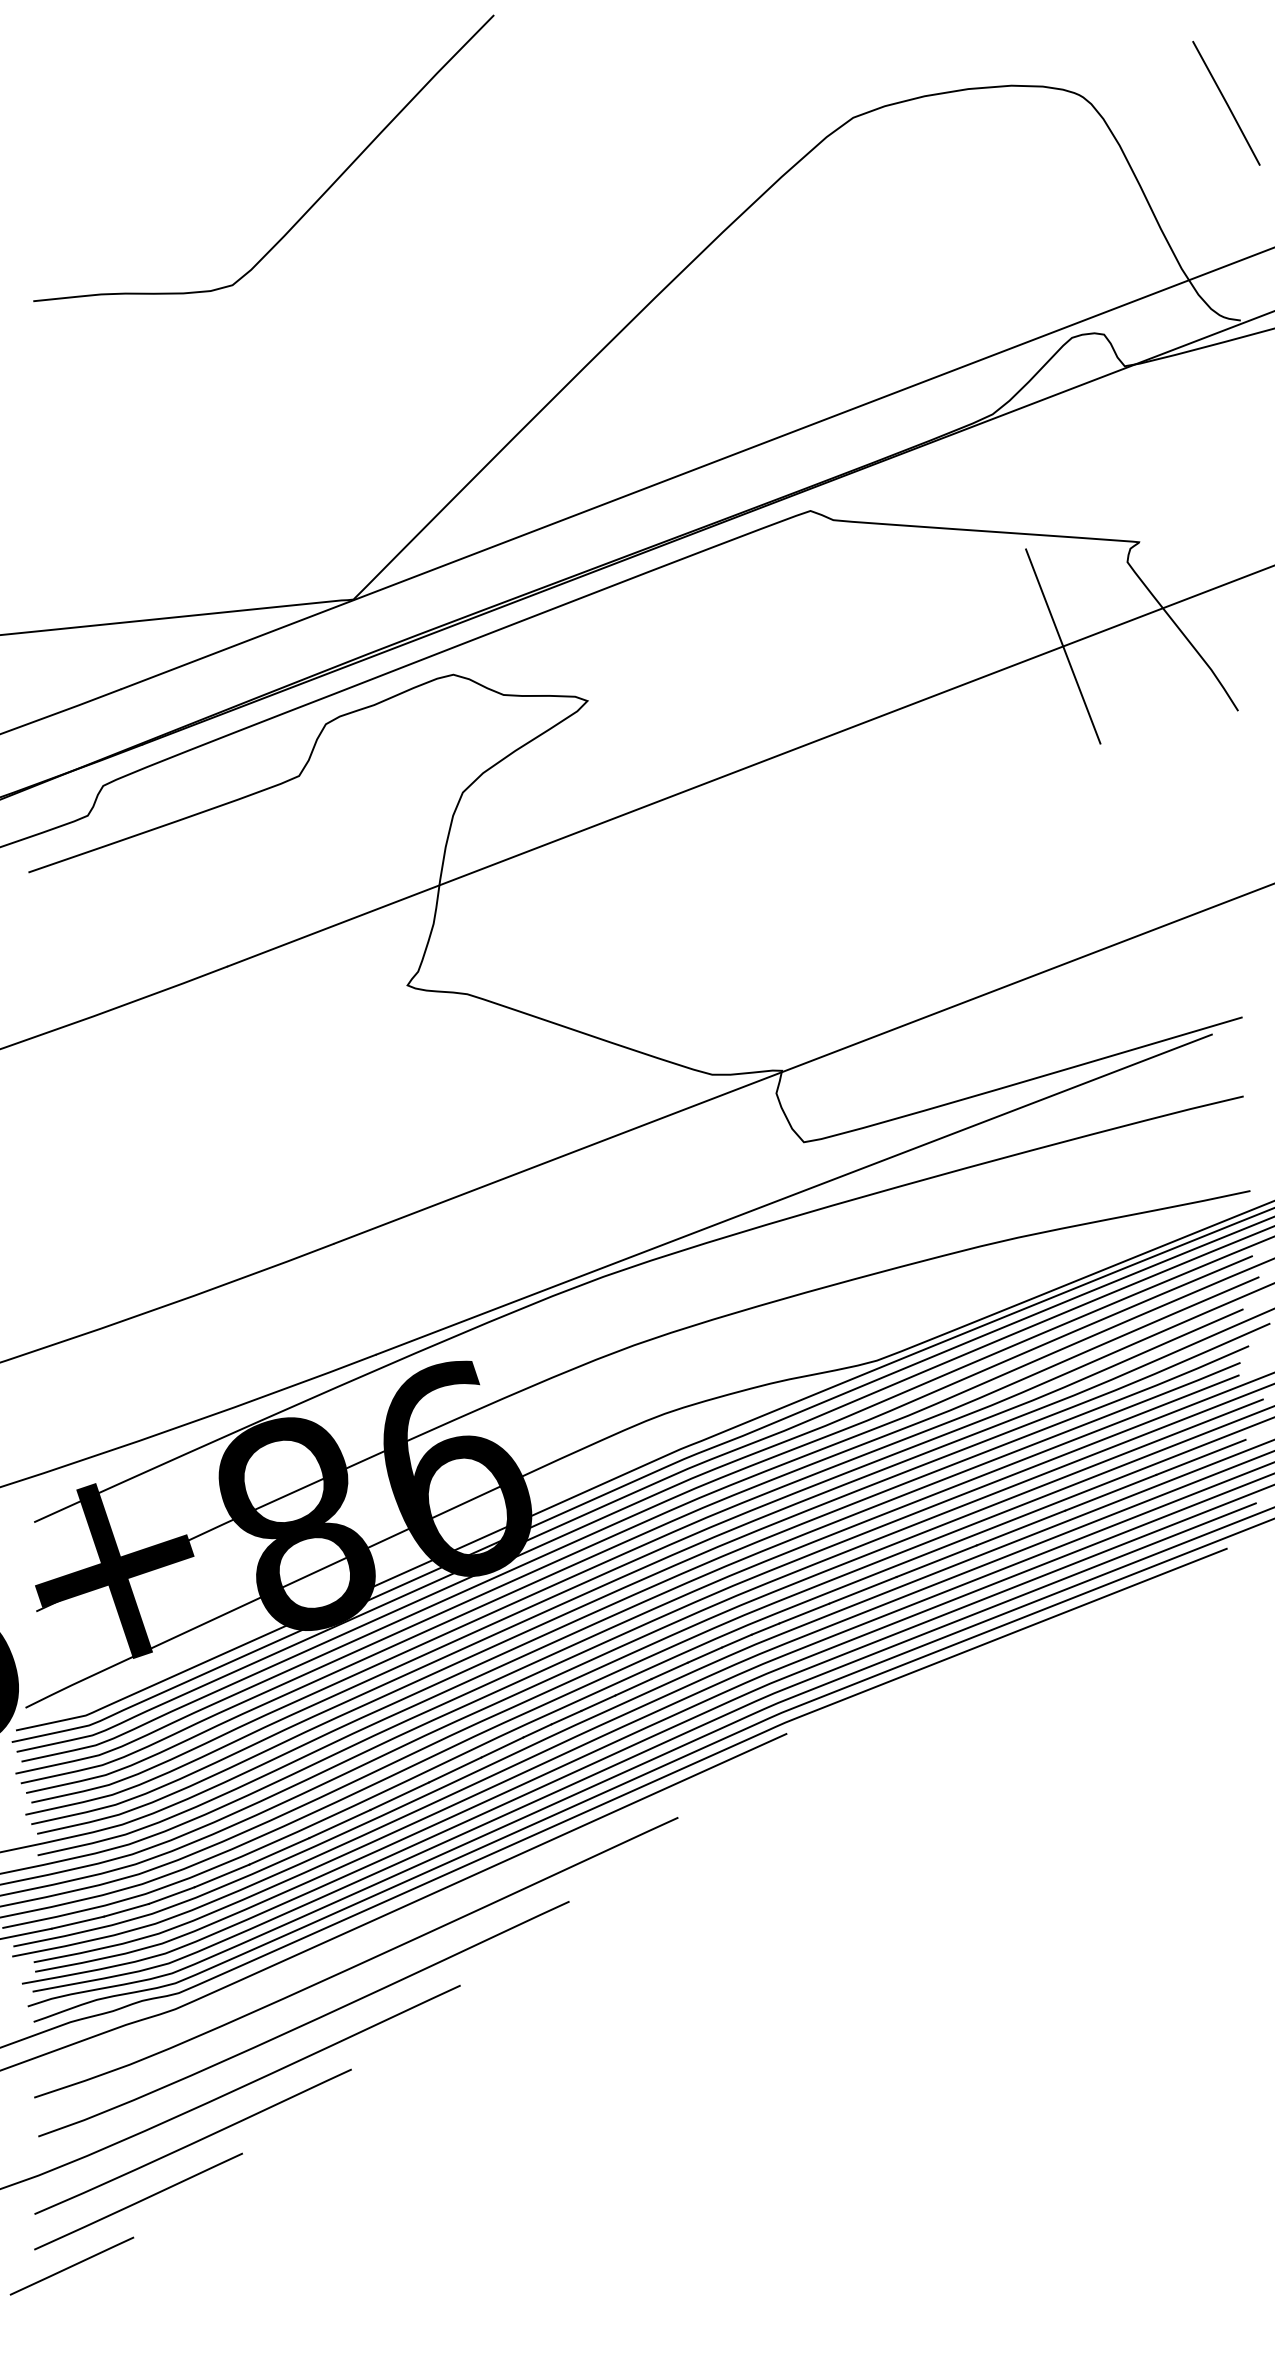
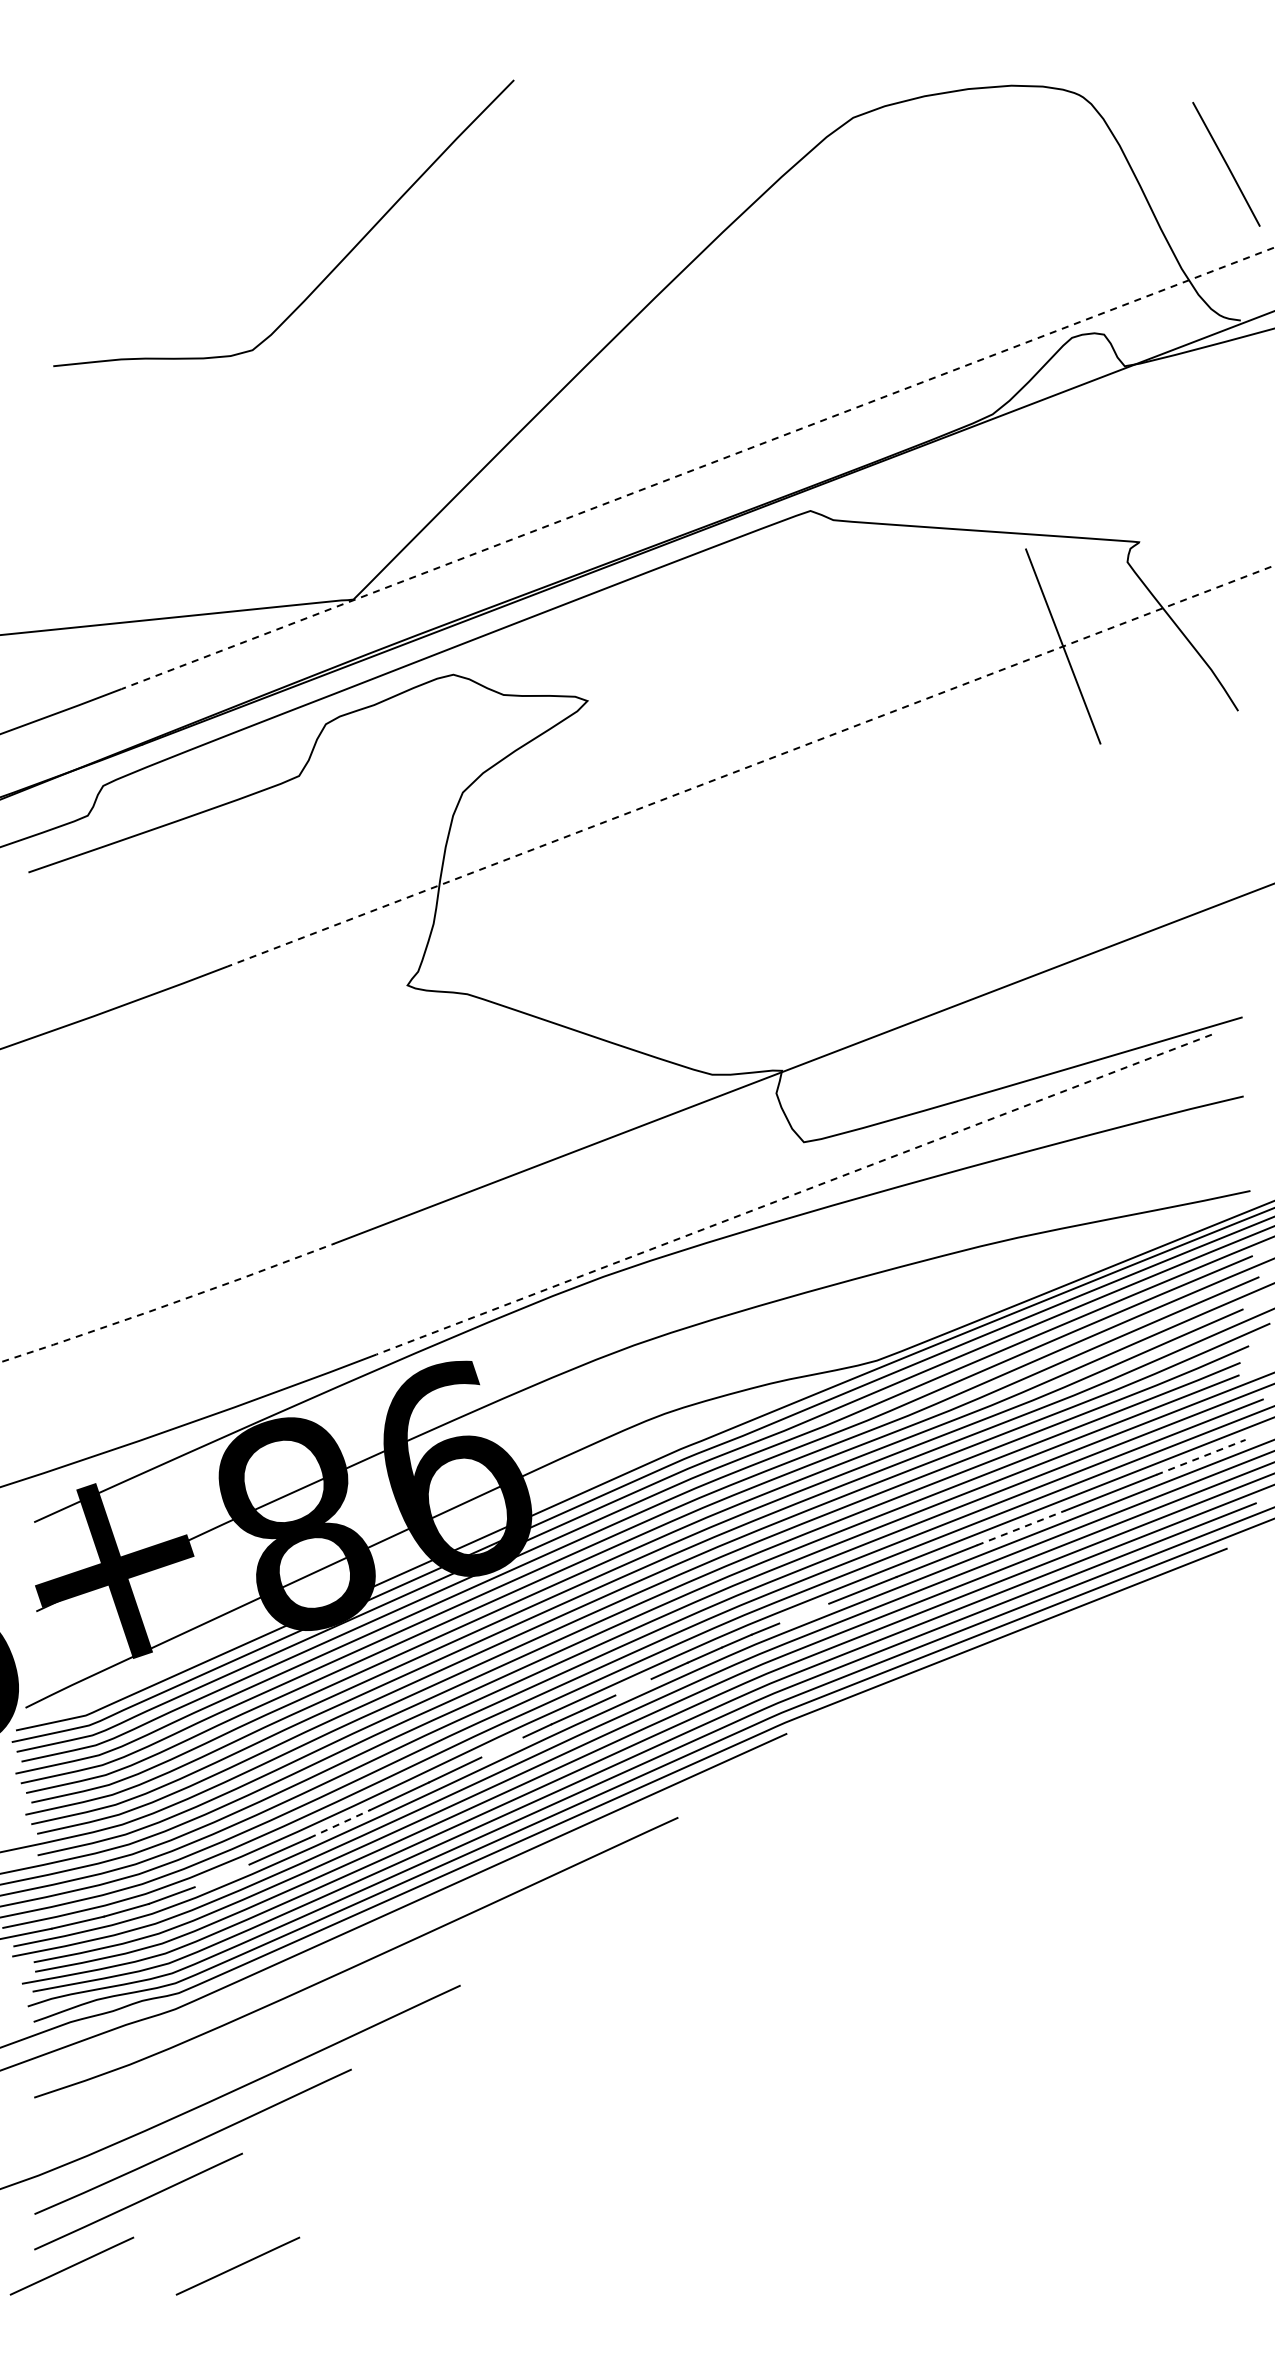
line at (1226, 103) position: (1226, 103) -> (1226, 164)
curve at (311, 205) position: (311, 205) -> (331, 270)
line at (697, 468): solid -> dashed
line at (750, 766): solid -> dashed
line at (793, 1194): solid -> dashed
arc at (168, 1304): solid -> dashed
line at (1200, 1457): solid -> dashed
line at (1021, 1527): solid -> dashed
line at (804, 1613): present -> none
line at (633, 1687): present -> none
line at (502, 1747): present -> none
line at (339, 1824): solid -> dashed
line at (221, 1875): present -> none
curve at (304, 2023): present -> none
line at (237, 2265): none -> present
